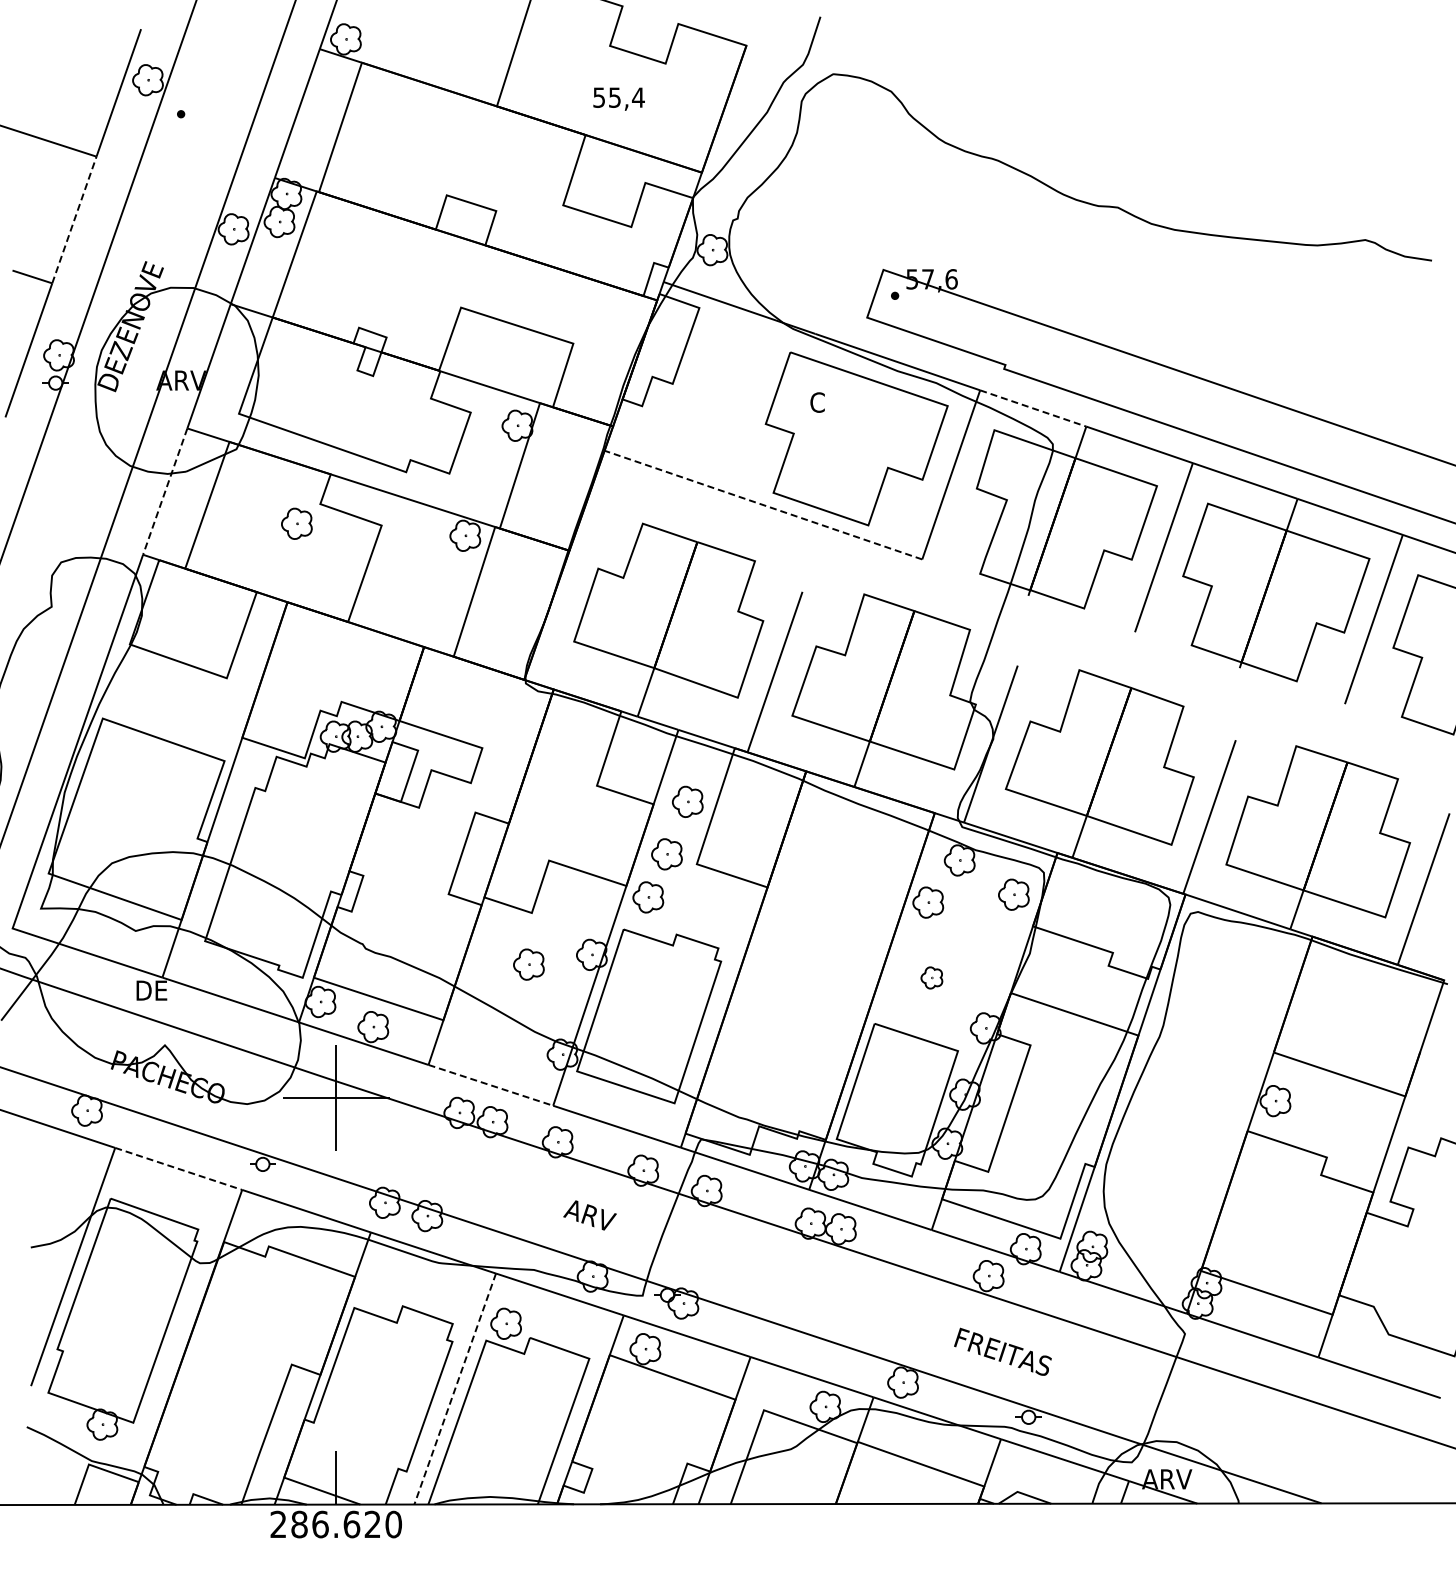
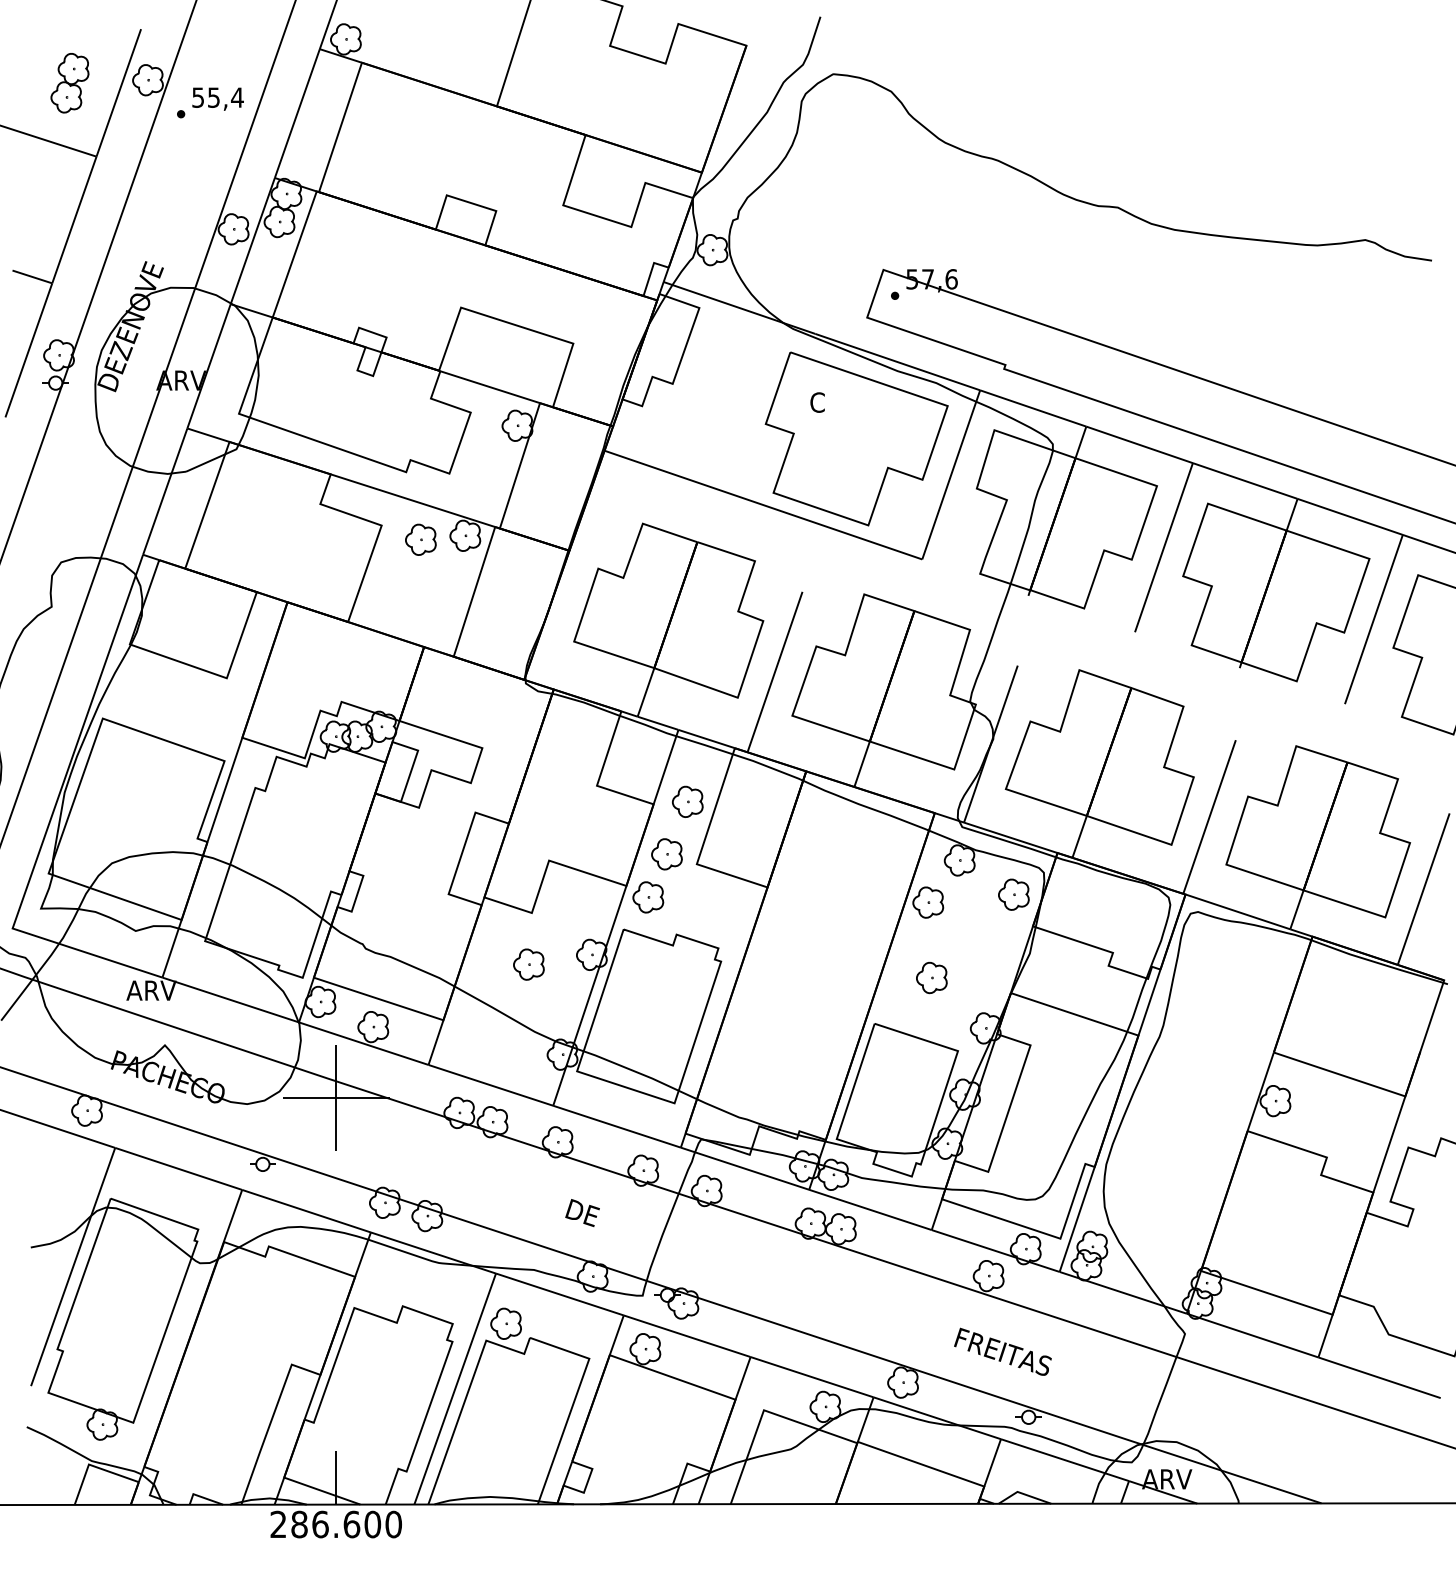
part at (69, 83): none -> present
text at (618, 98) position: (618, 98) -> (217, 98)
line at (74, 219): dashed -> solid
line at (1033, 408): dashed -> solid
line at (165, 491): dashed -> solid
line at (763, 505): dashed -> solid
part at (296, 523) position: (296, 523) -> (420, 539)
part at (931, 977) size: 24x24 px -> 32x34 px
text at (151, 990): DE -> ARV
line at (490, 1085): dashed -> solid
line at (178, 1168): dashed -> solid
text at (589, 1214): ARV -> DE
line at (455, 1389): dashed -> solid
text at (372, 1524): 286.620 -> 286.600
